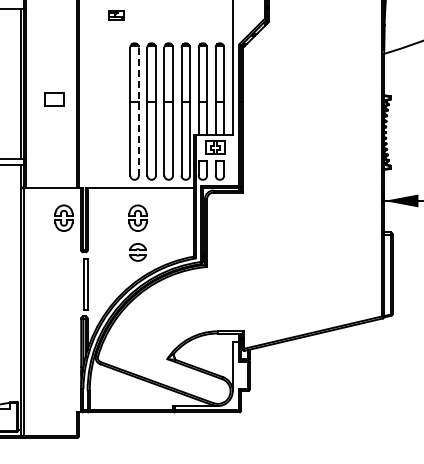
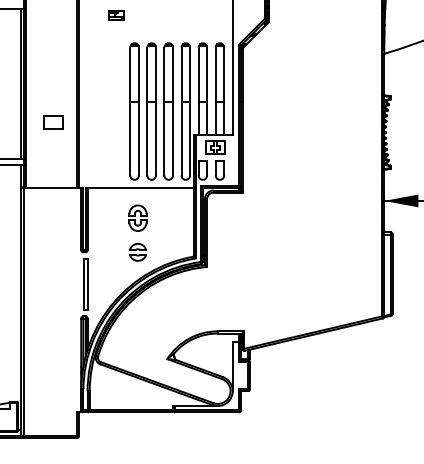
part at (54, 99) position: (54, 99) -> (53, 122)
line at (138, 112): dashed -> solid
part at (63, 217): present -> none
